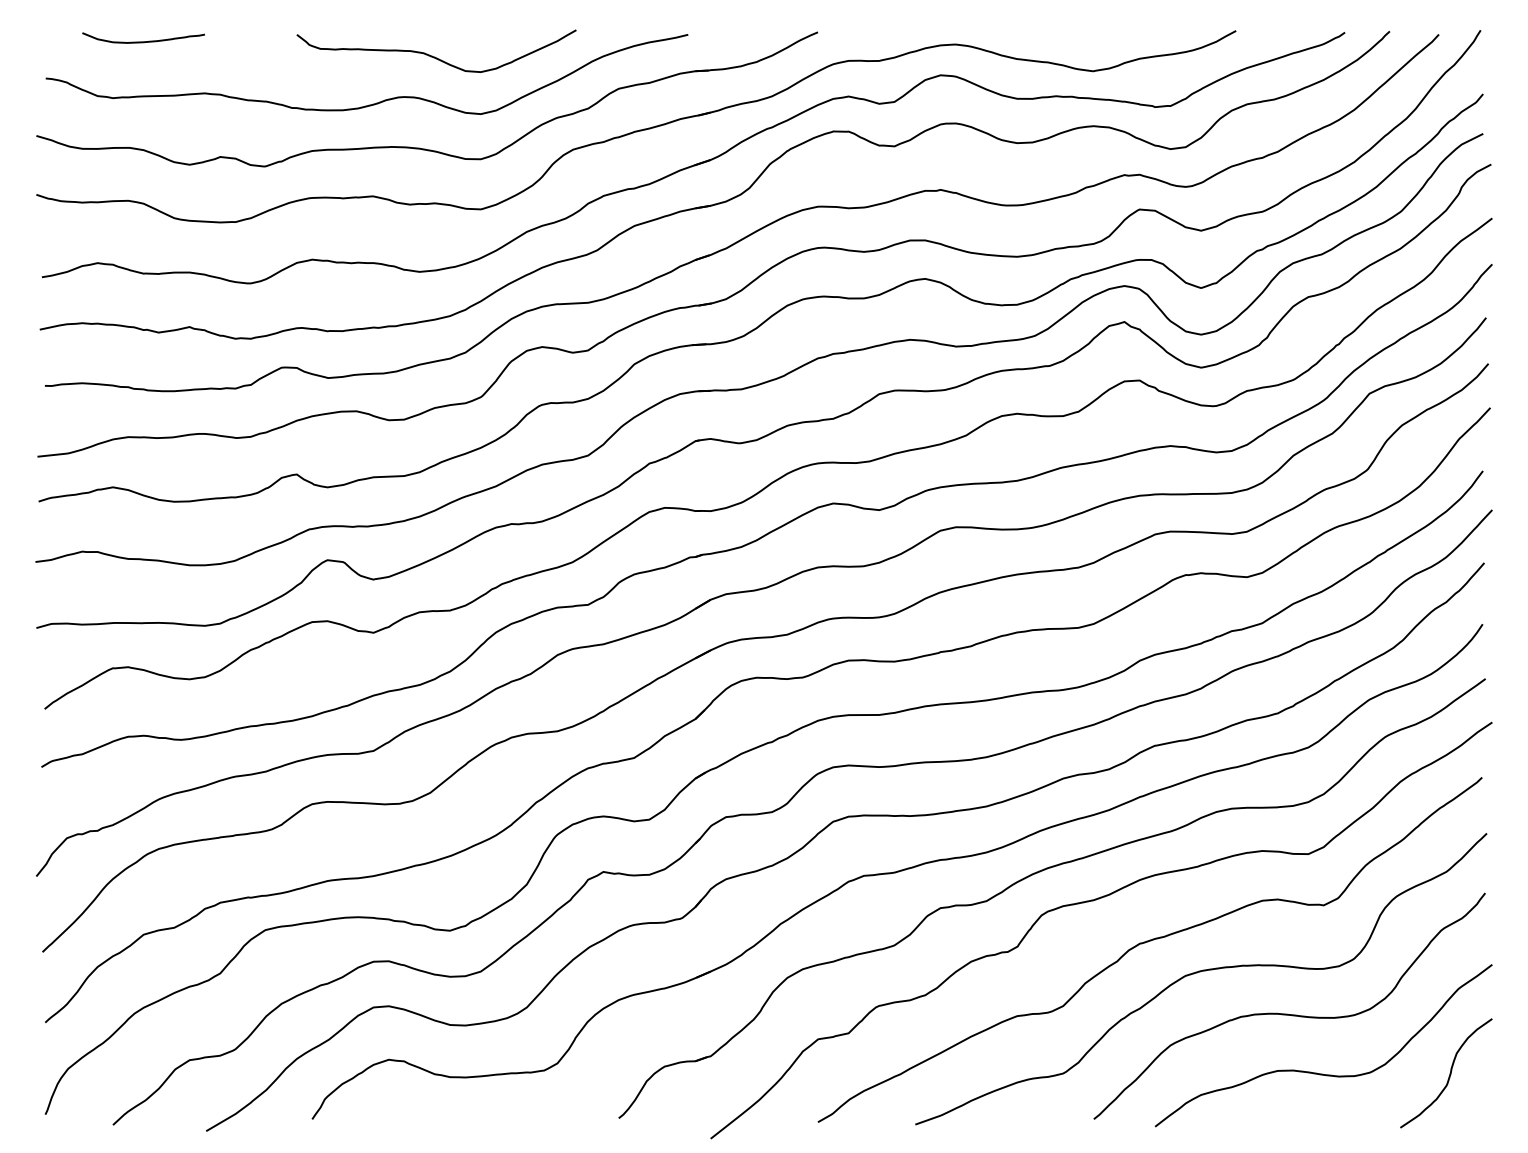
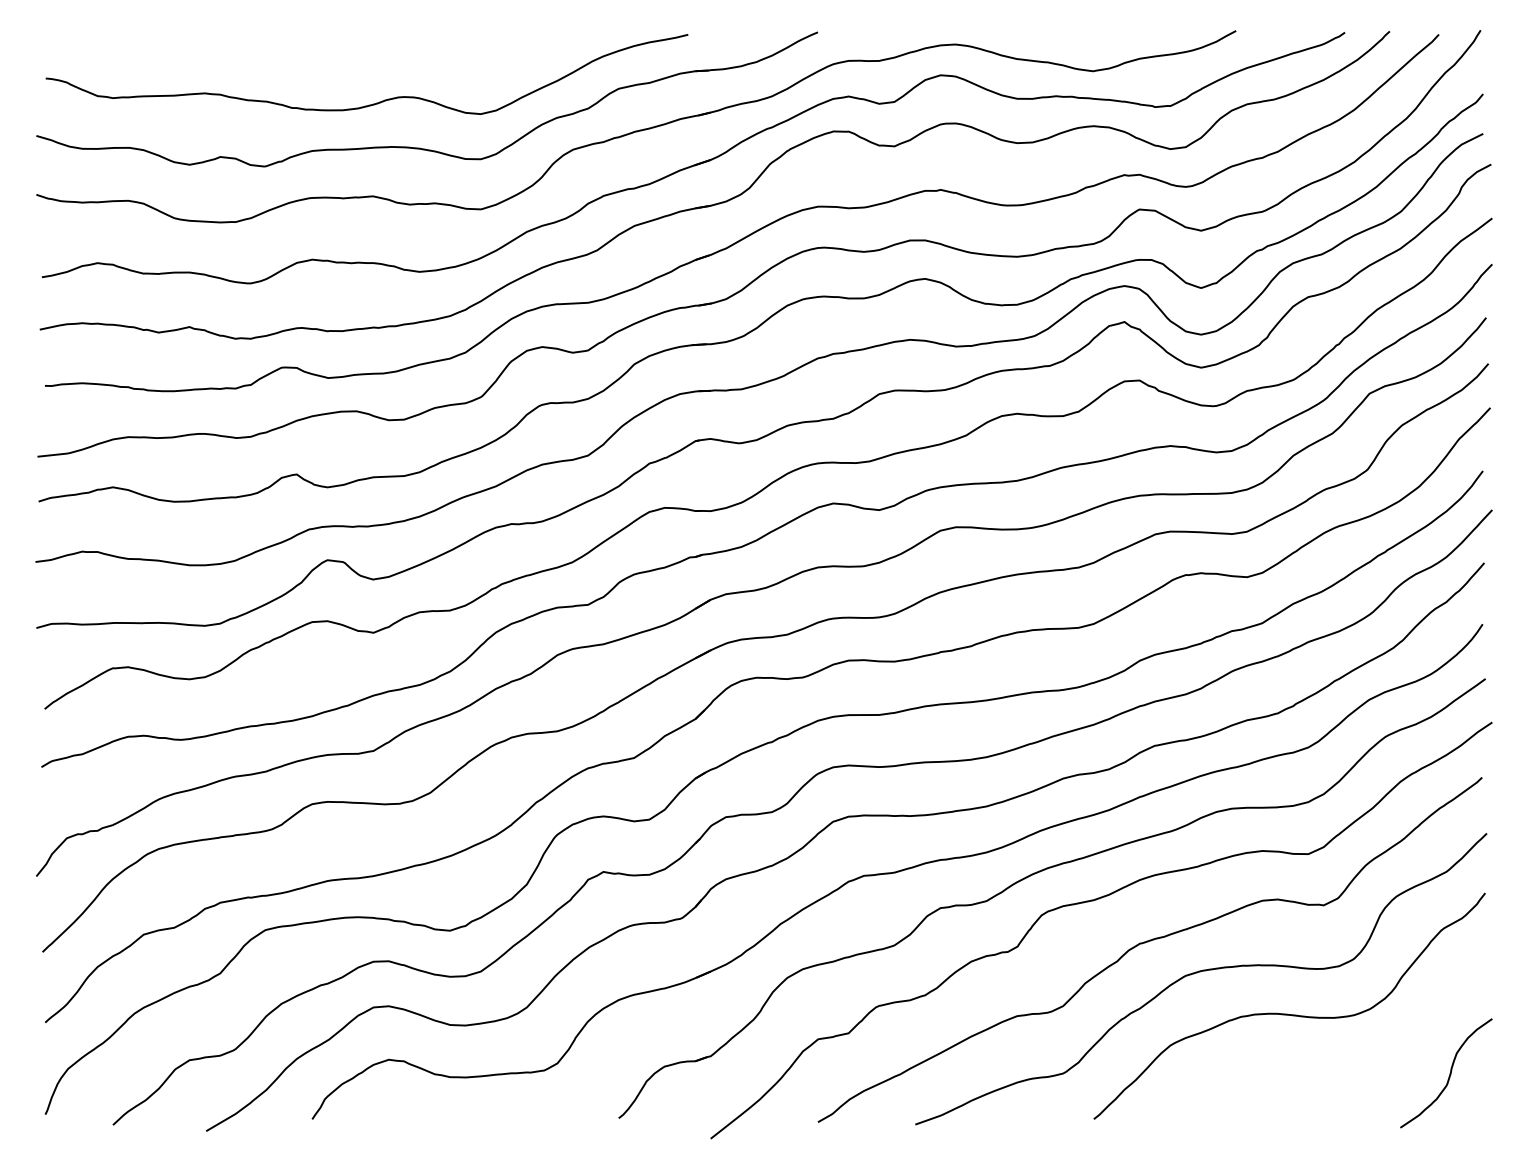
curve at (143, 41): present -> none
curve at (435, 56): present -> none
curve at (1316, 1072): present -> none
